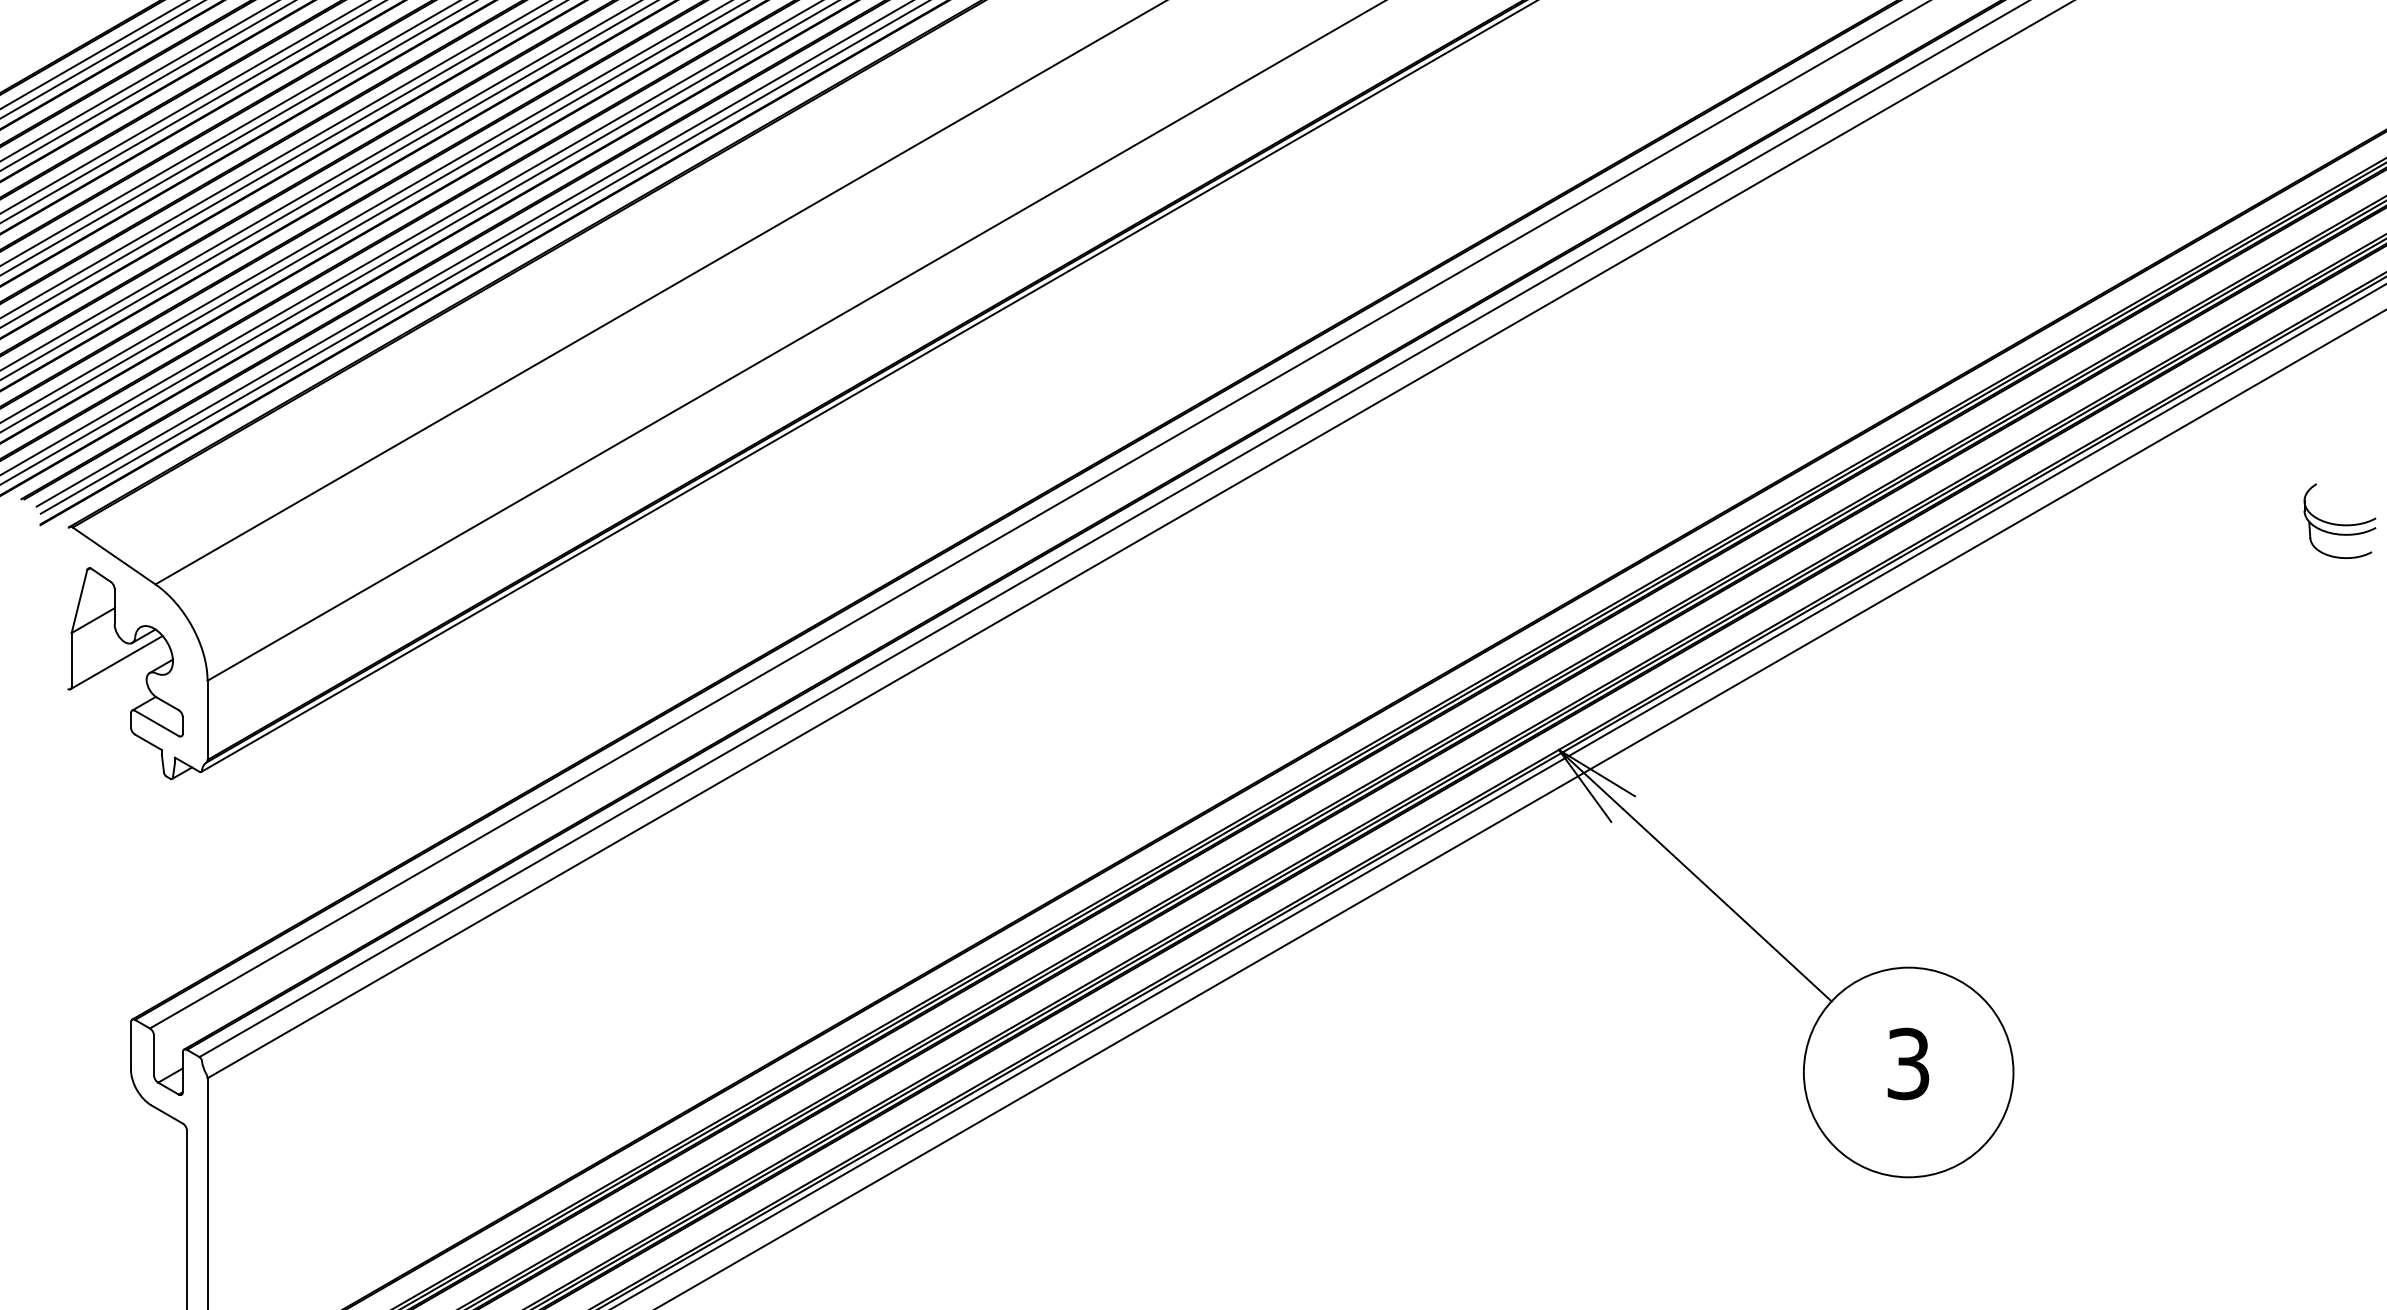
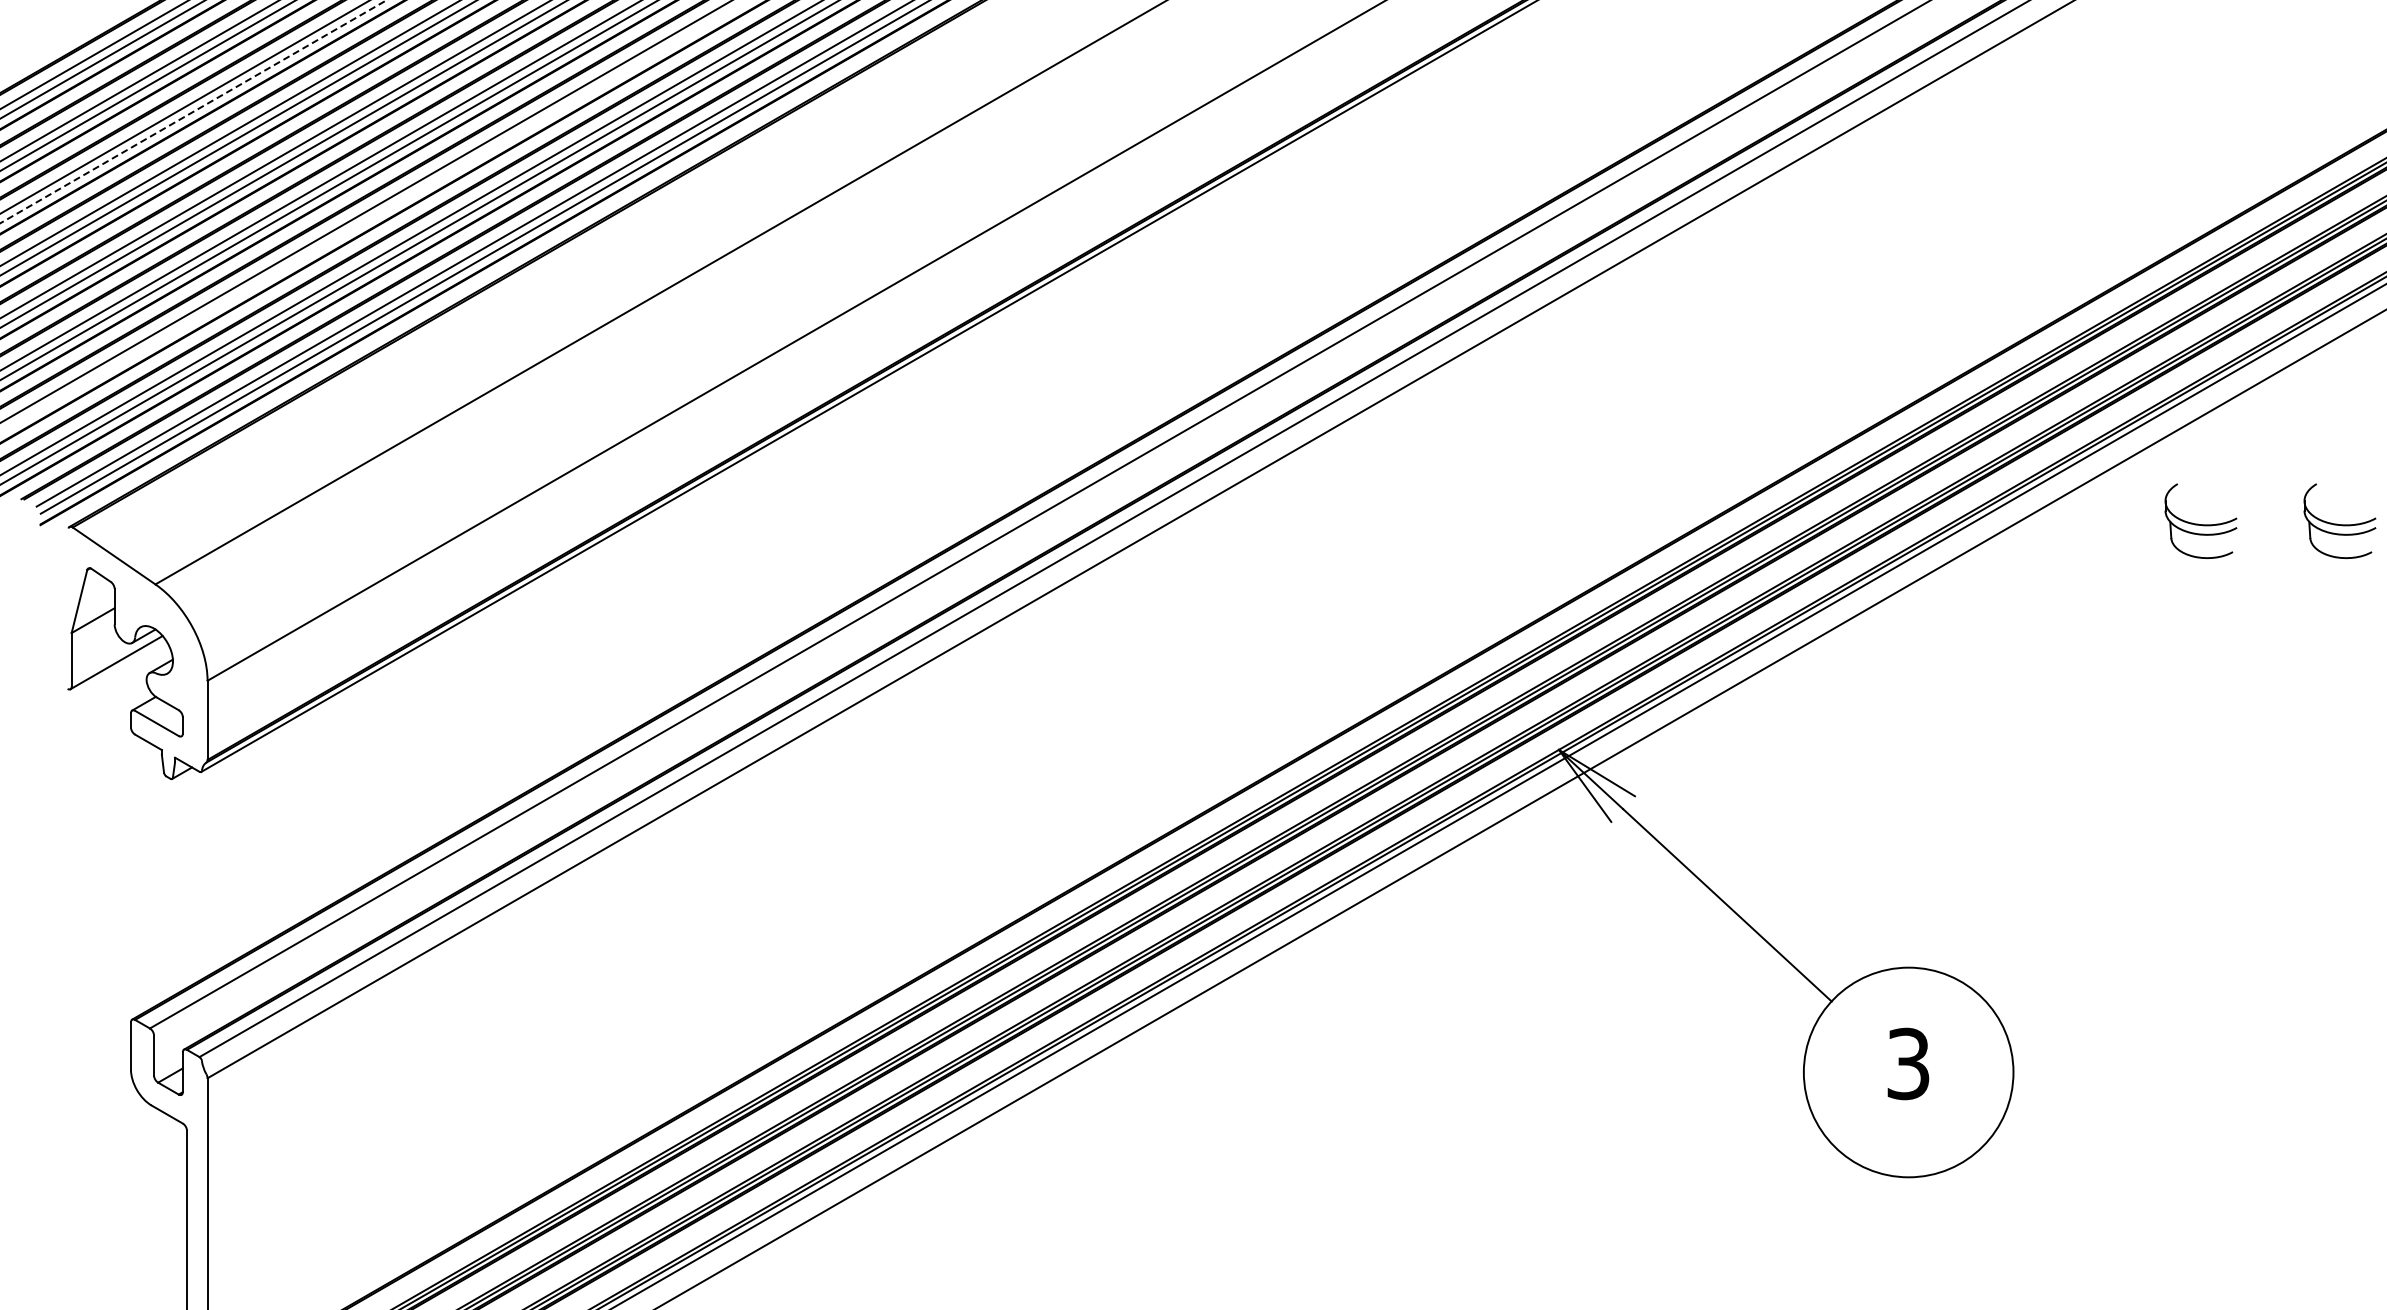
line at (193, 111): solid -> dashed
line at (373, 216): present -> none
part at (2200, 520): none -> present
